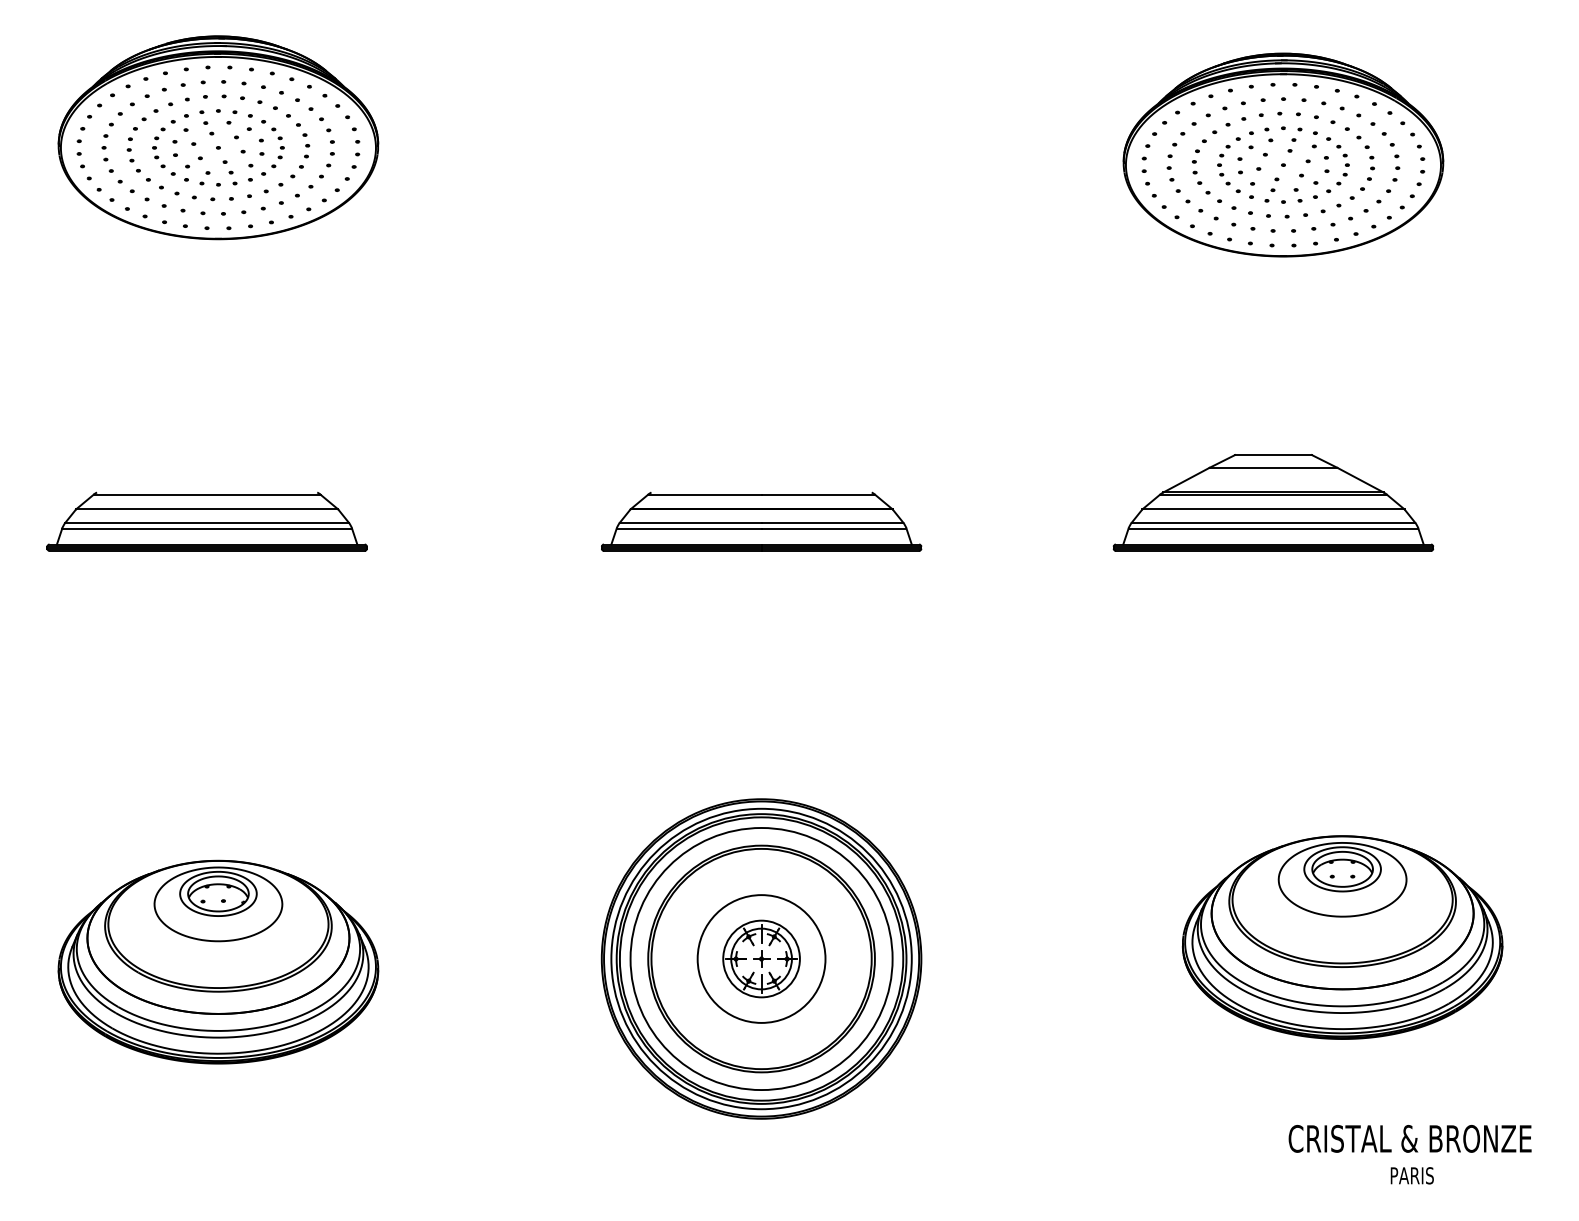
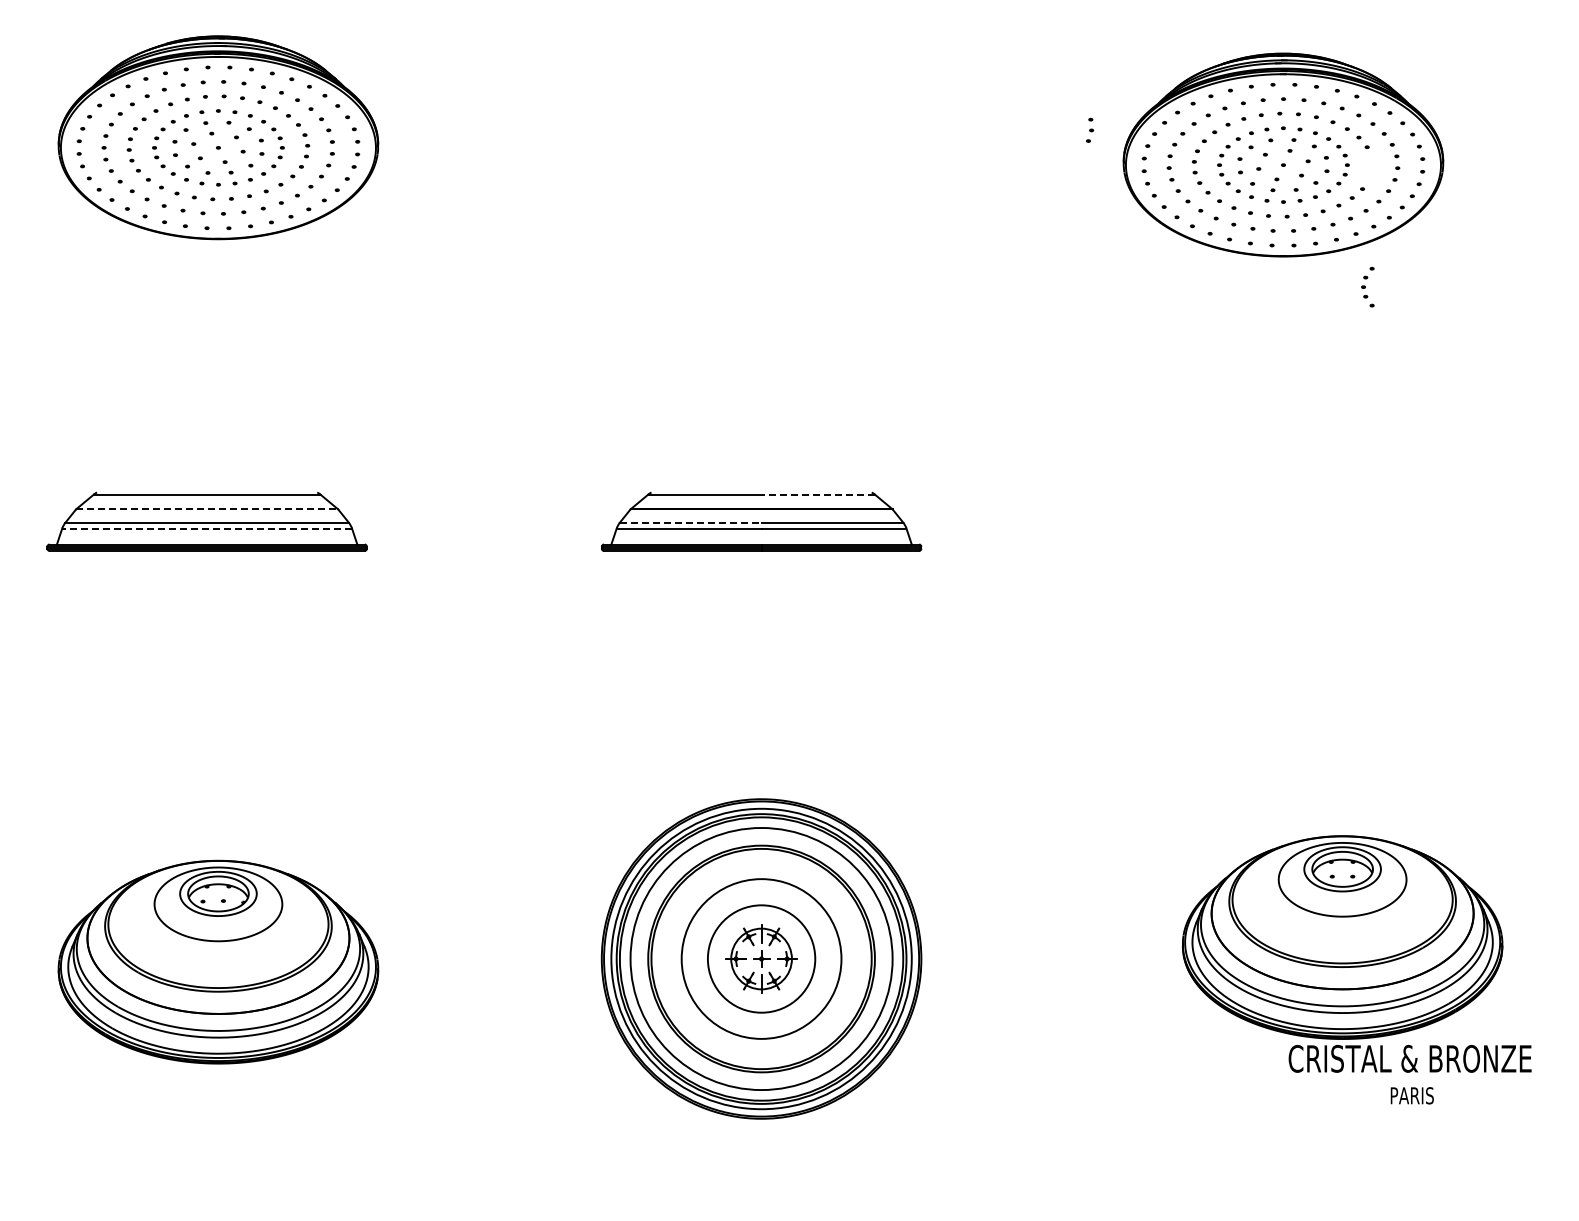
part at (1371, 167) position: (1371, 167) -> (1090, 129)
part at (1367, 286): none -> present
line at (818, 494): solid -> dashed
part at (1273, 502): present -> none
line at (207, 509): solid -> dashed
line at (690, 522): solid -> dashed
line at (207, 528): solid -> dashed
circle at (761, 958) diameter: 128 px -> 160 px
circle at (761, 958) diameter: 77 px -> 107 px
text at (1409, 1154) position: (1409, 1154) -> (1409, 1074)
